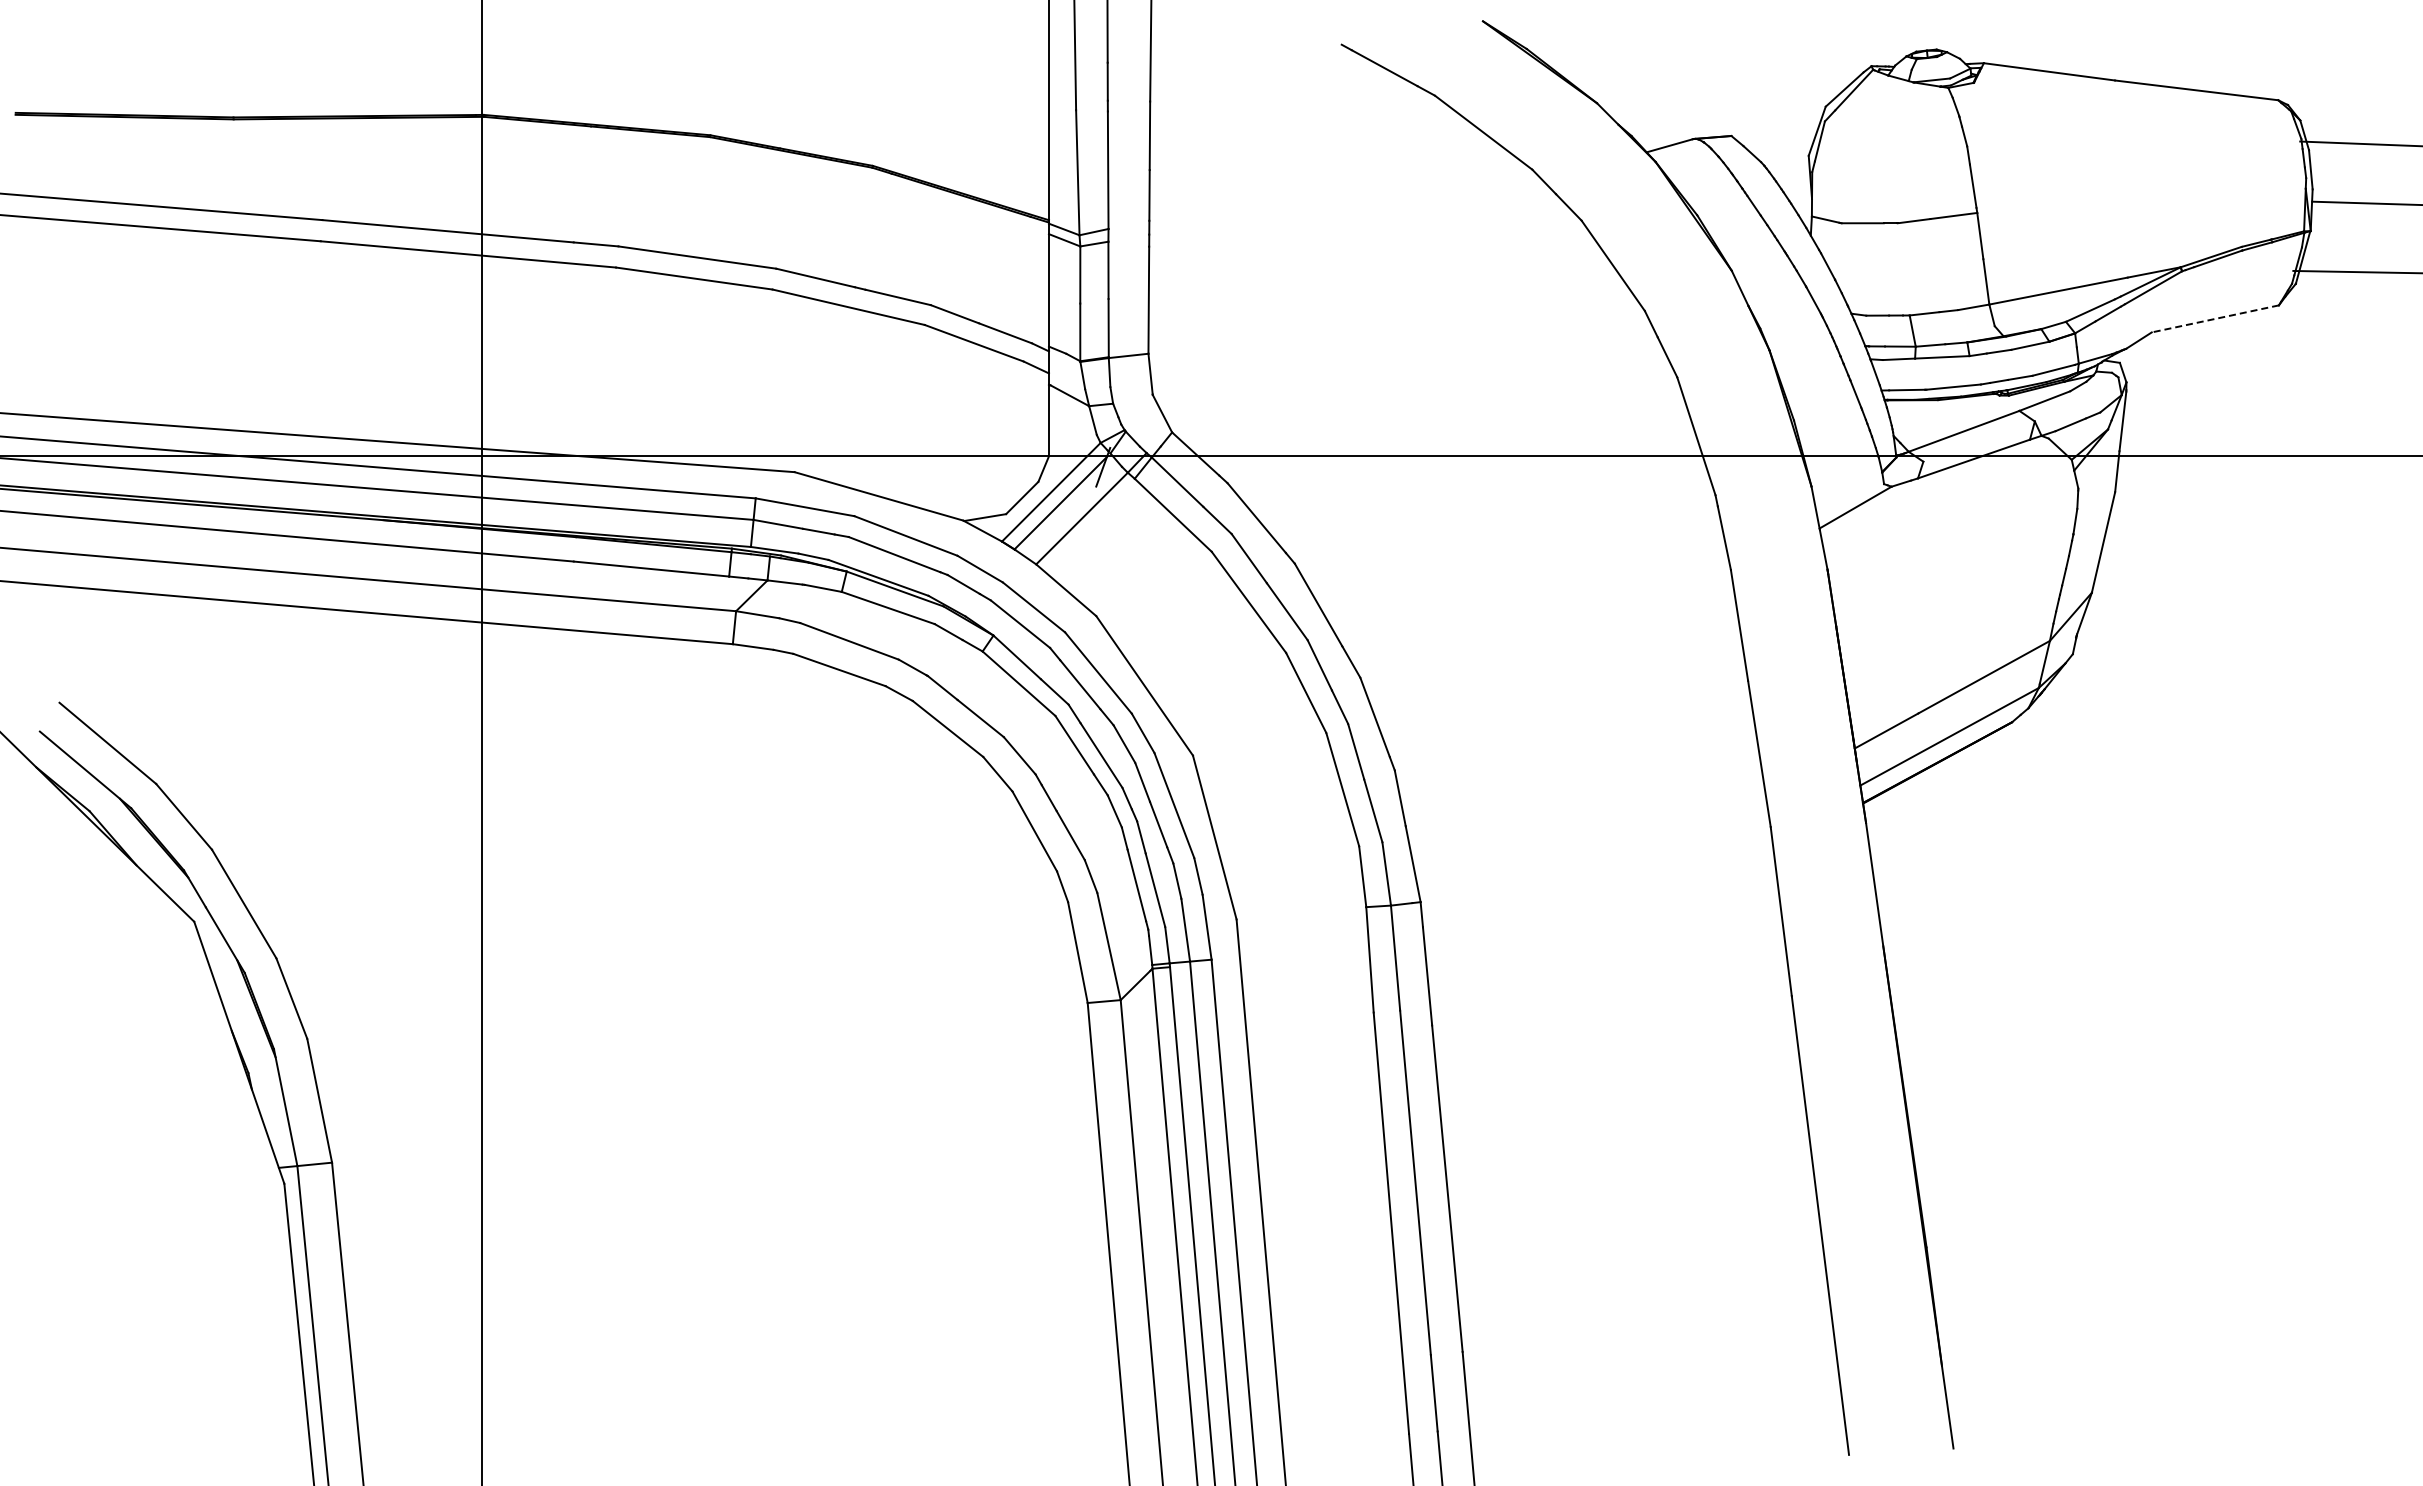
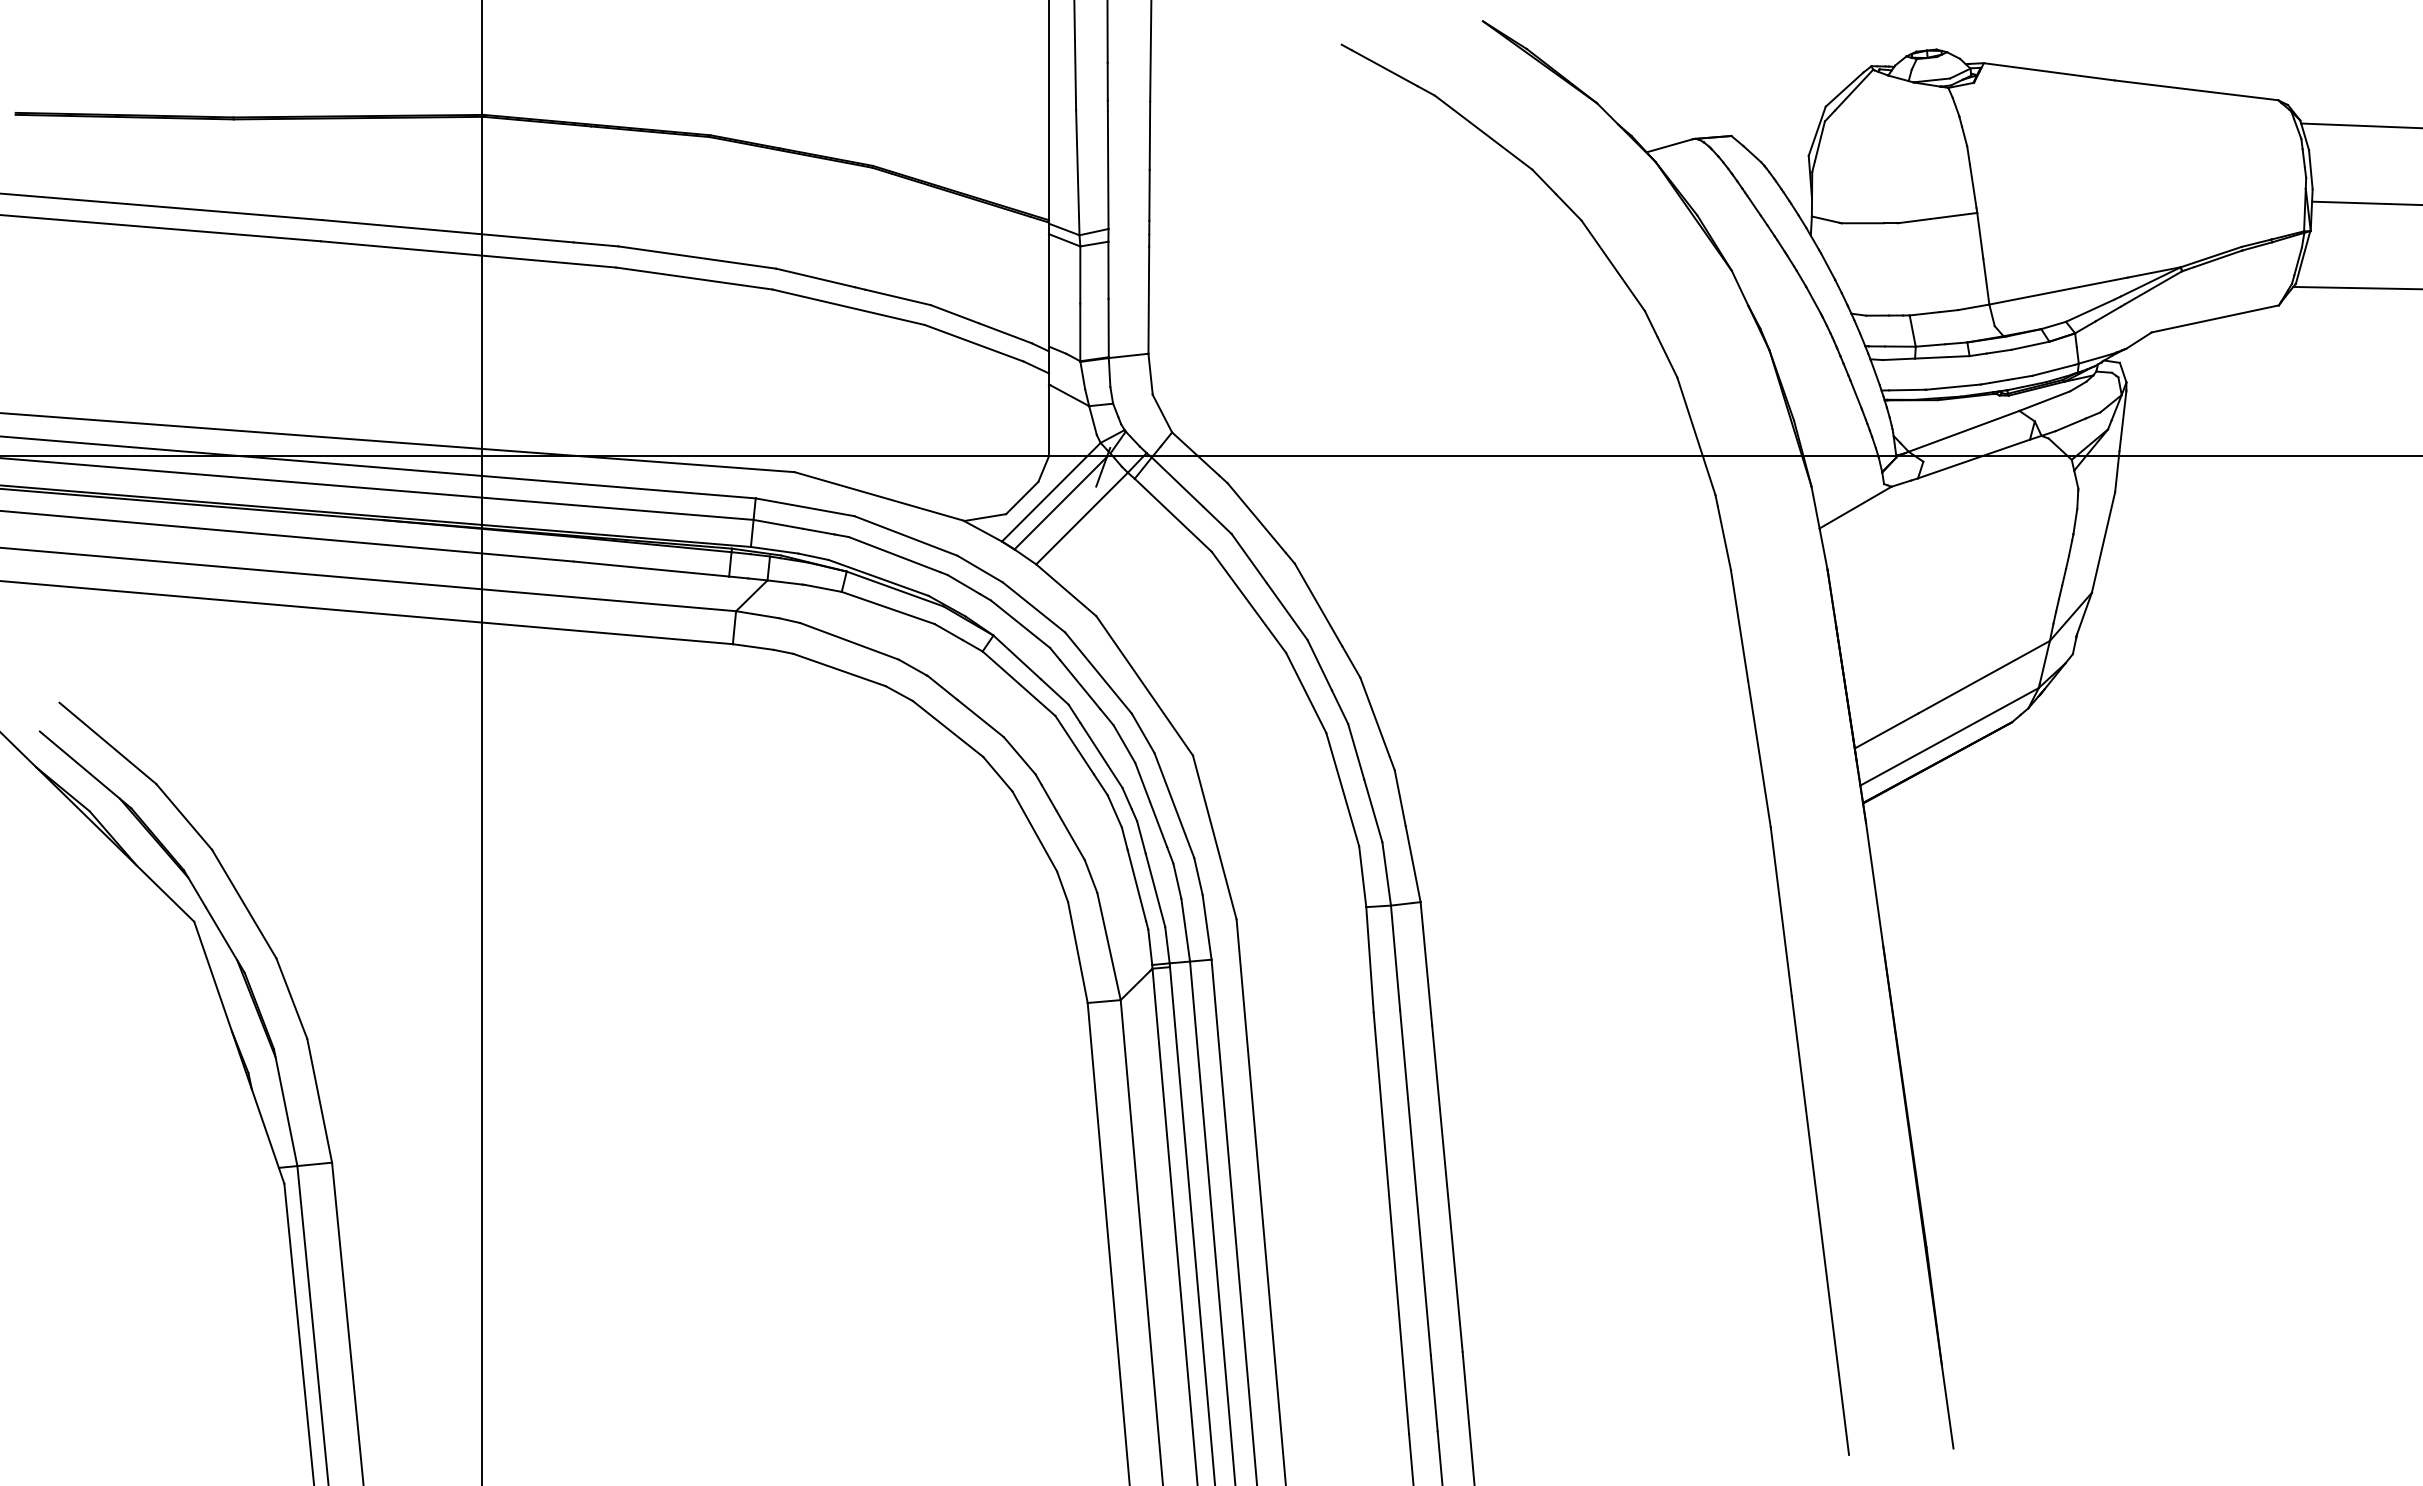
line at (2359, 143) position: (2359, 143) -> (2360, 125)
line at (2356, 271) position: (2356, 271) -> (2356, 287)
line at (2215, 318): dashed -> solid
